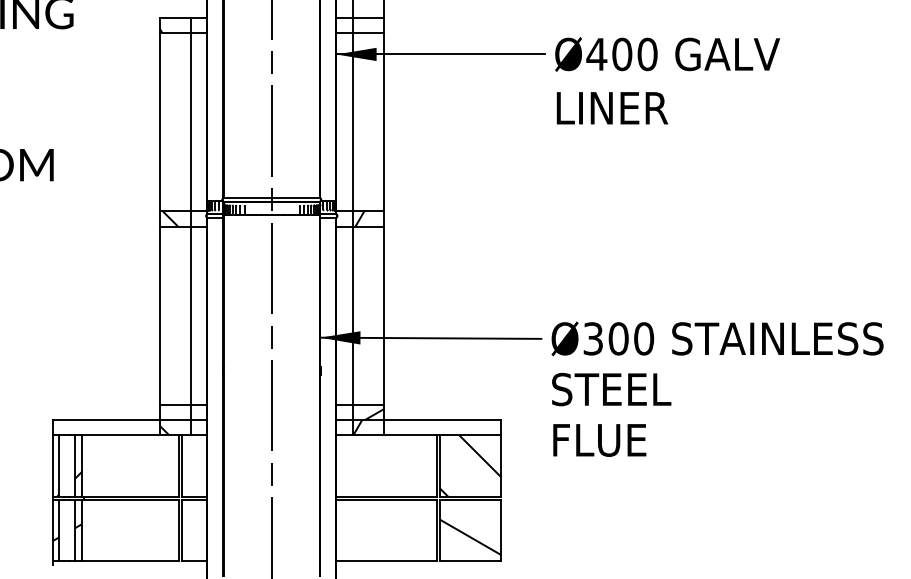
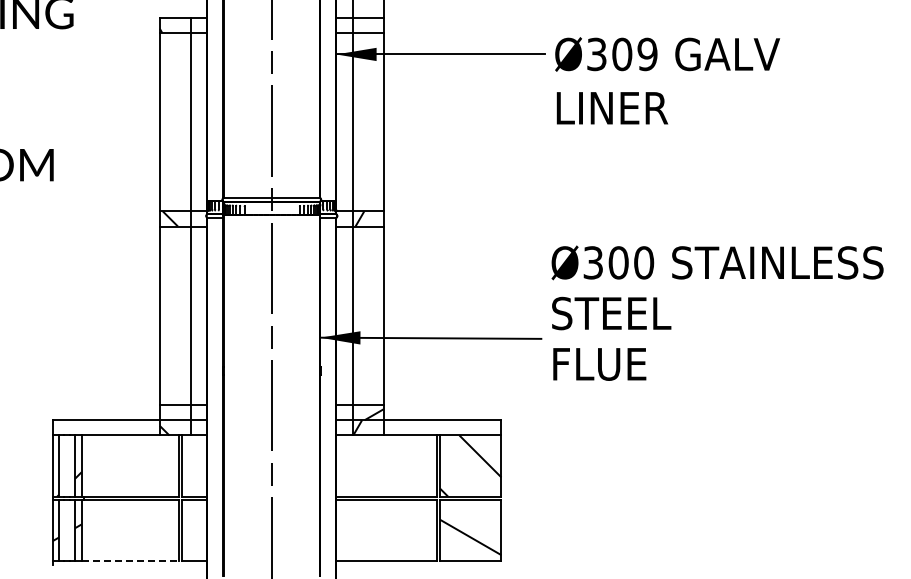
text at (621, 54): Ø400 -> Ø309
text at (717, 388) position: (717, 388) -> (717, 312)
line at (130, 561): solid -> dashed
